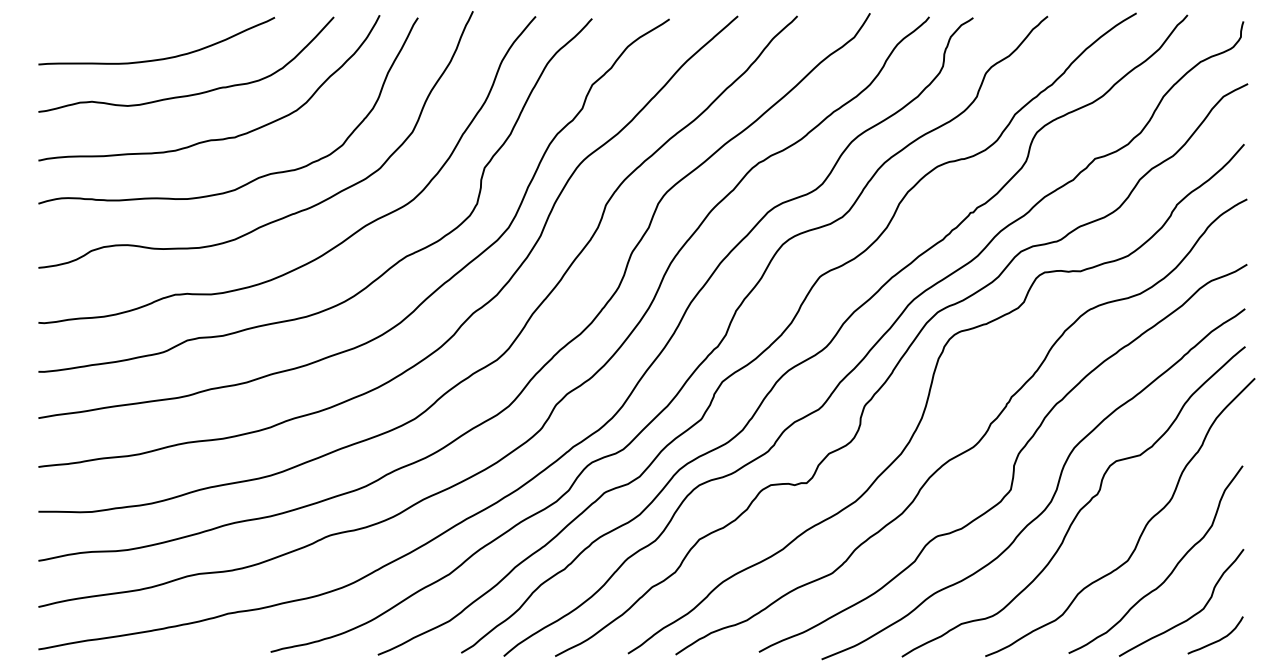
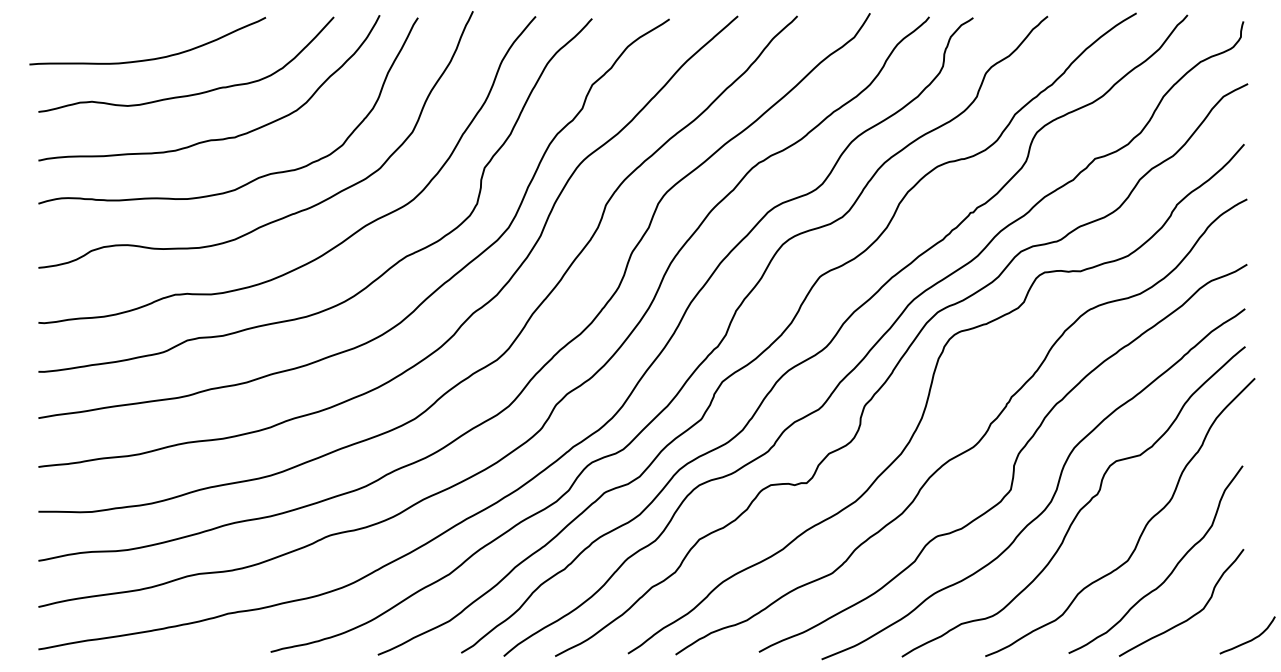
curve at (159, 58) position: (159, 58) -> (150, 58)
curve at (1218, 639) position: (1218, 639) -> (1250, 639)
